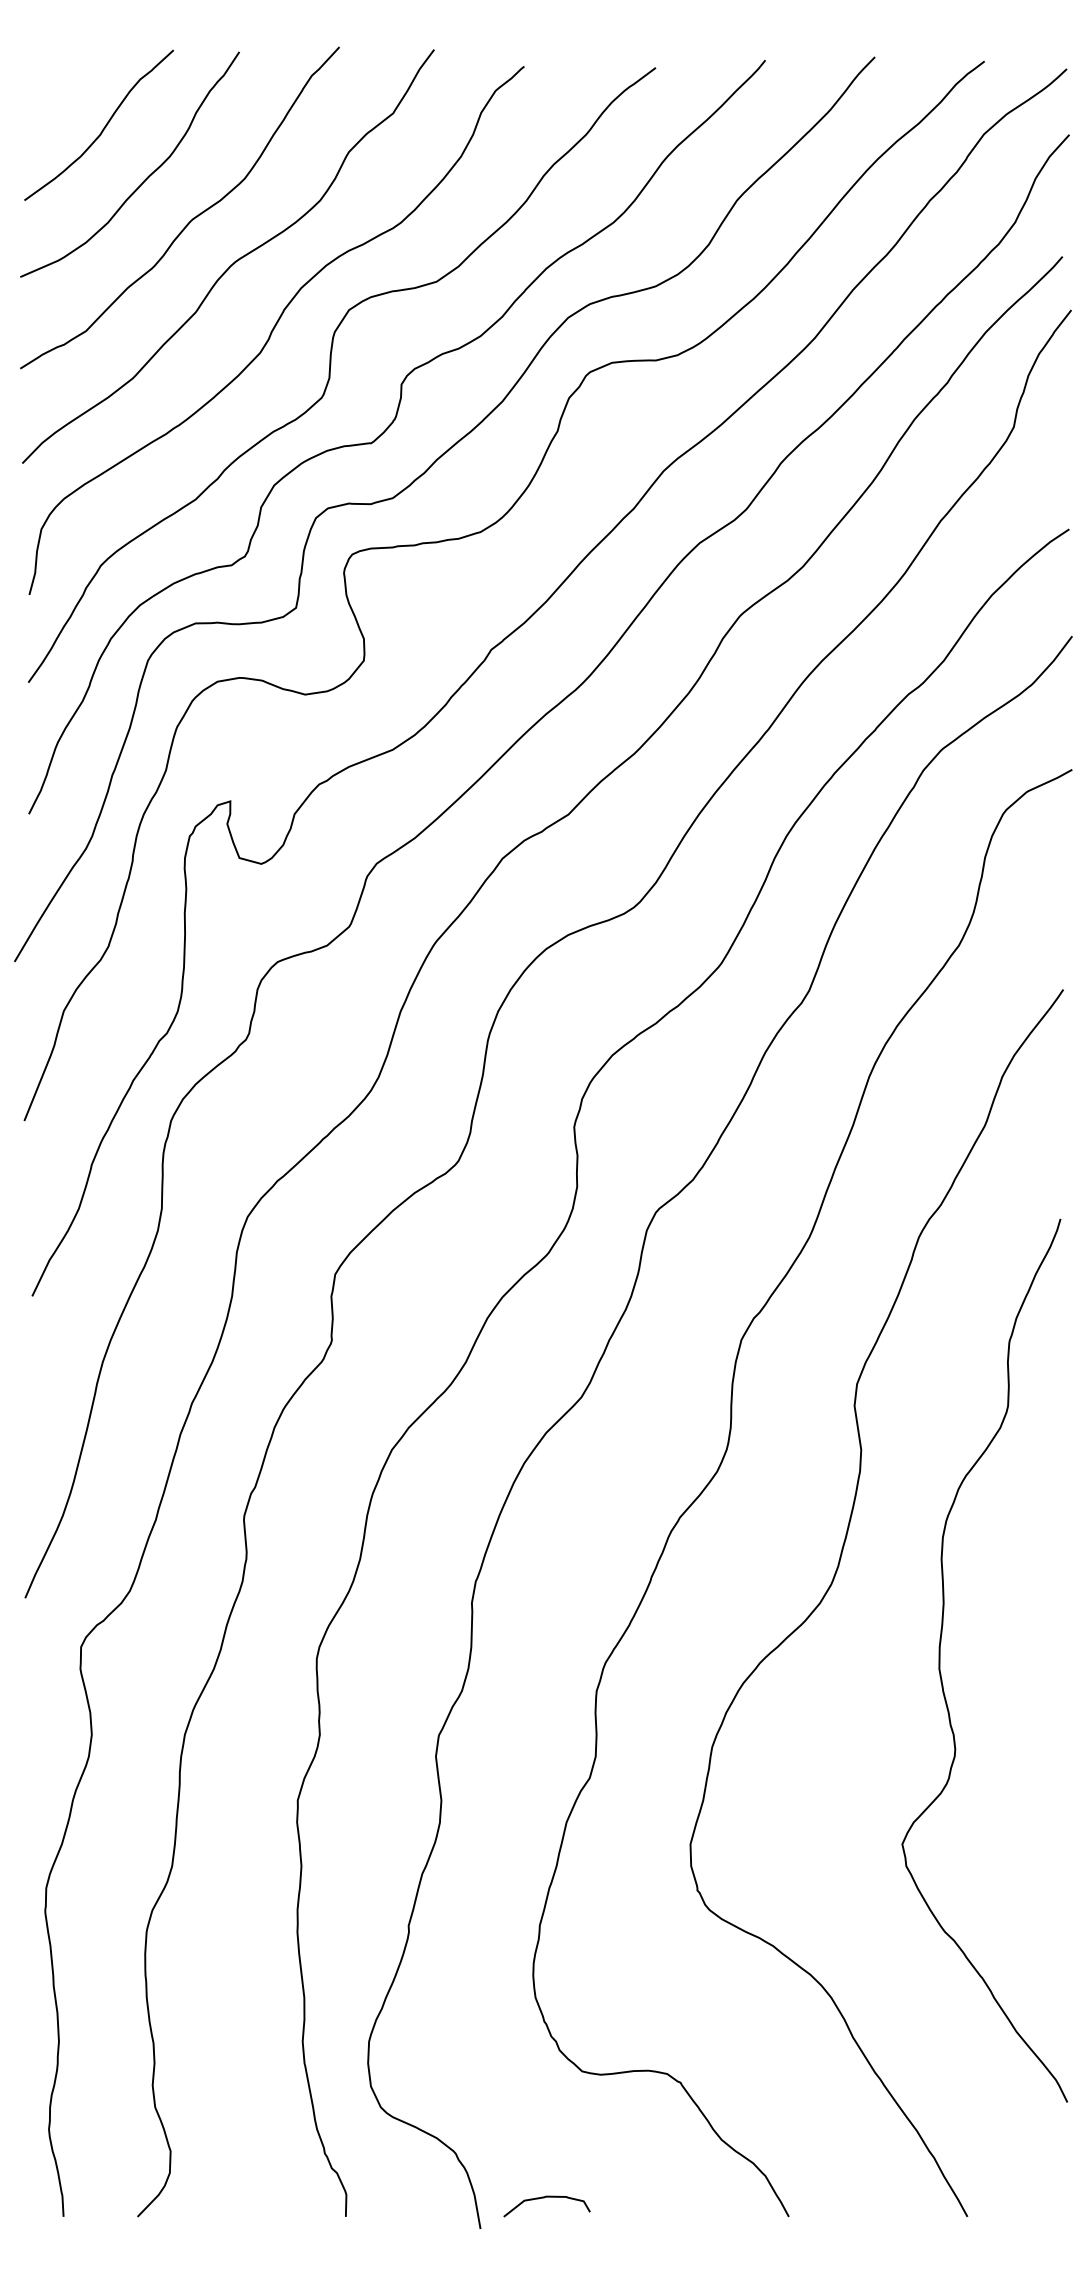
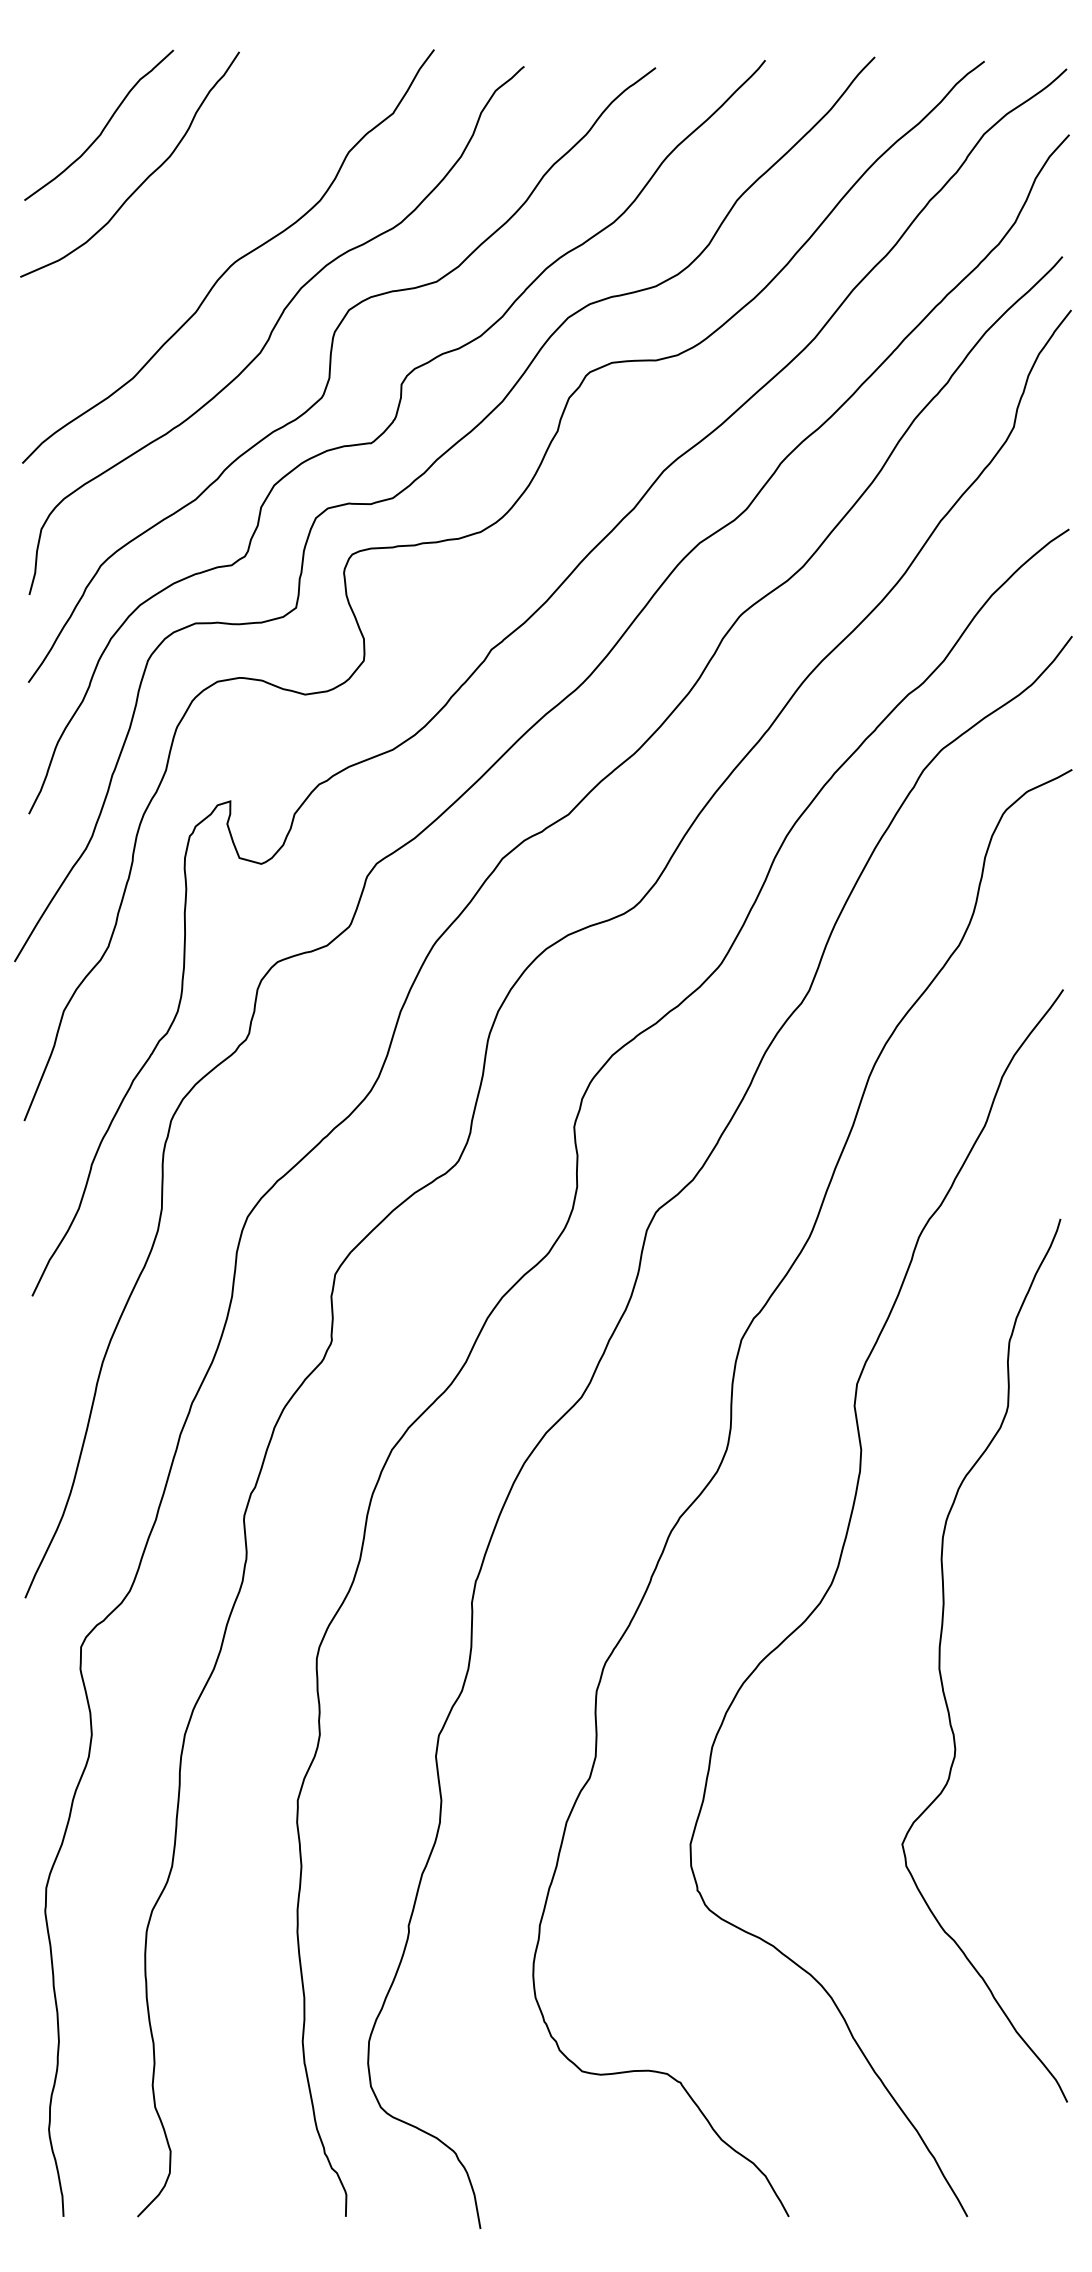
curve at (191, 219): present -> none
curve at (544, 2198): present -> none
